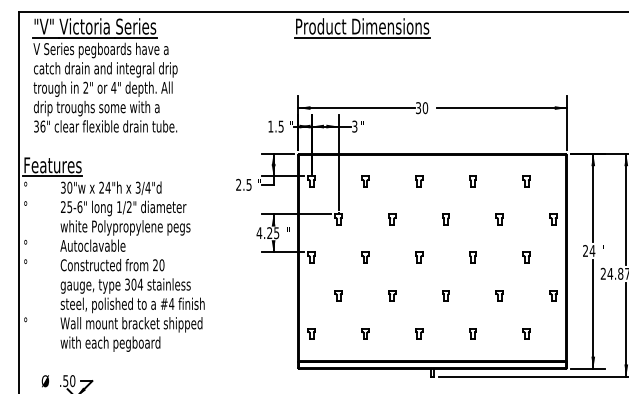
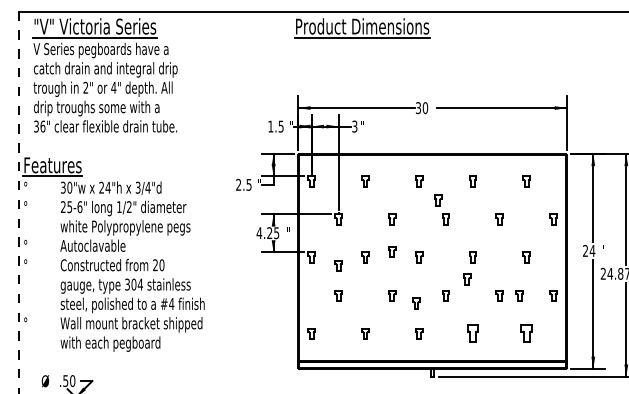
part at (438, 200): none -> present
line at (18, 202): solid -> dashed
part at (392, 251): none -> present
part at (338, 265): none -> present
part at (467, 279): none -> present
part at (519, 295): none -> present
part at (416, 303): none -> present
part at (472, 333) size: 8x12 px -> 12x19 px
part at (526, 333) size: 9x12 px -> 13x19 px
